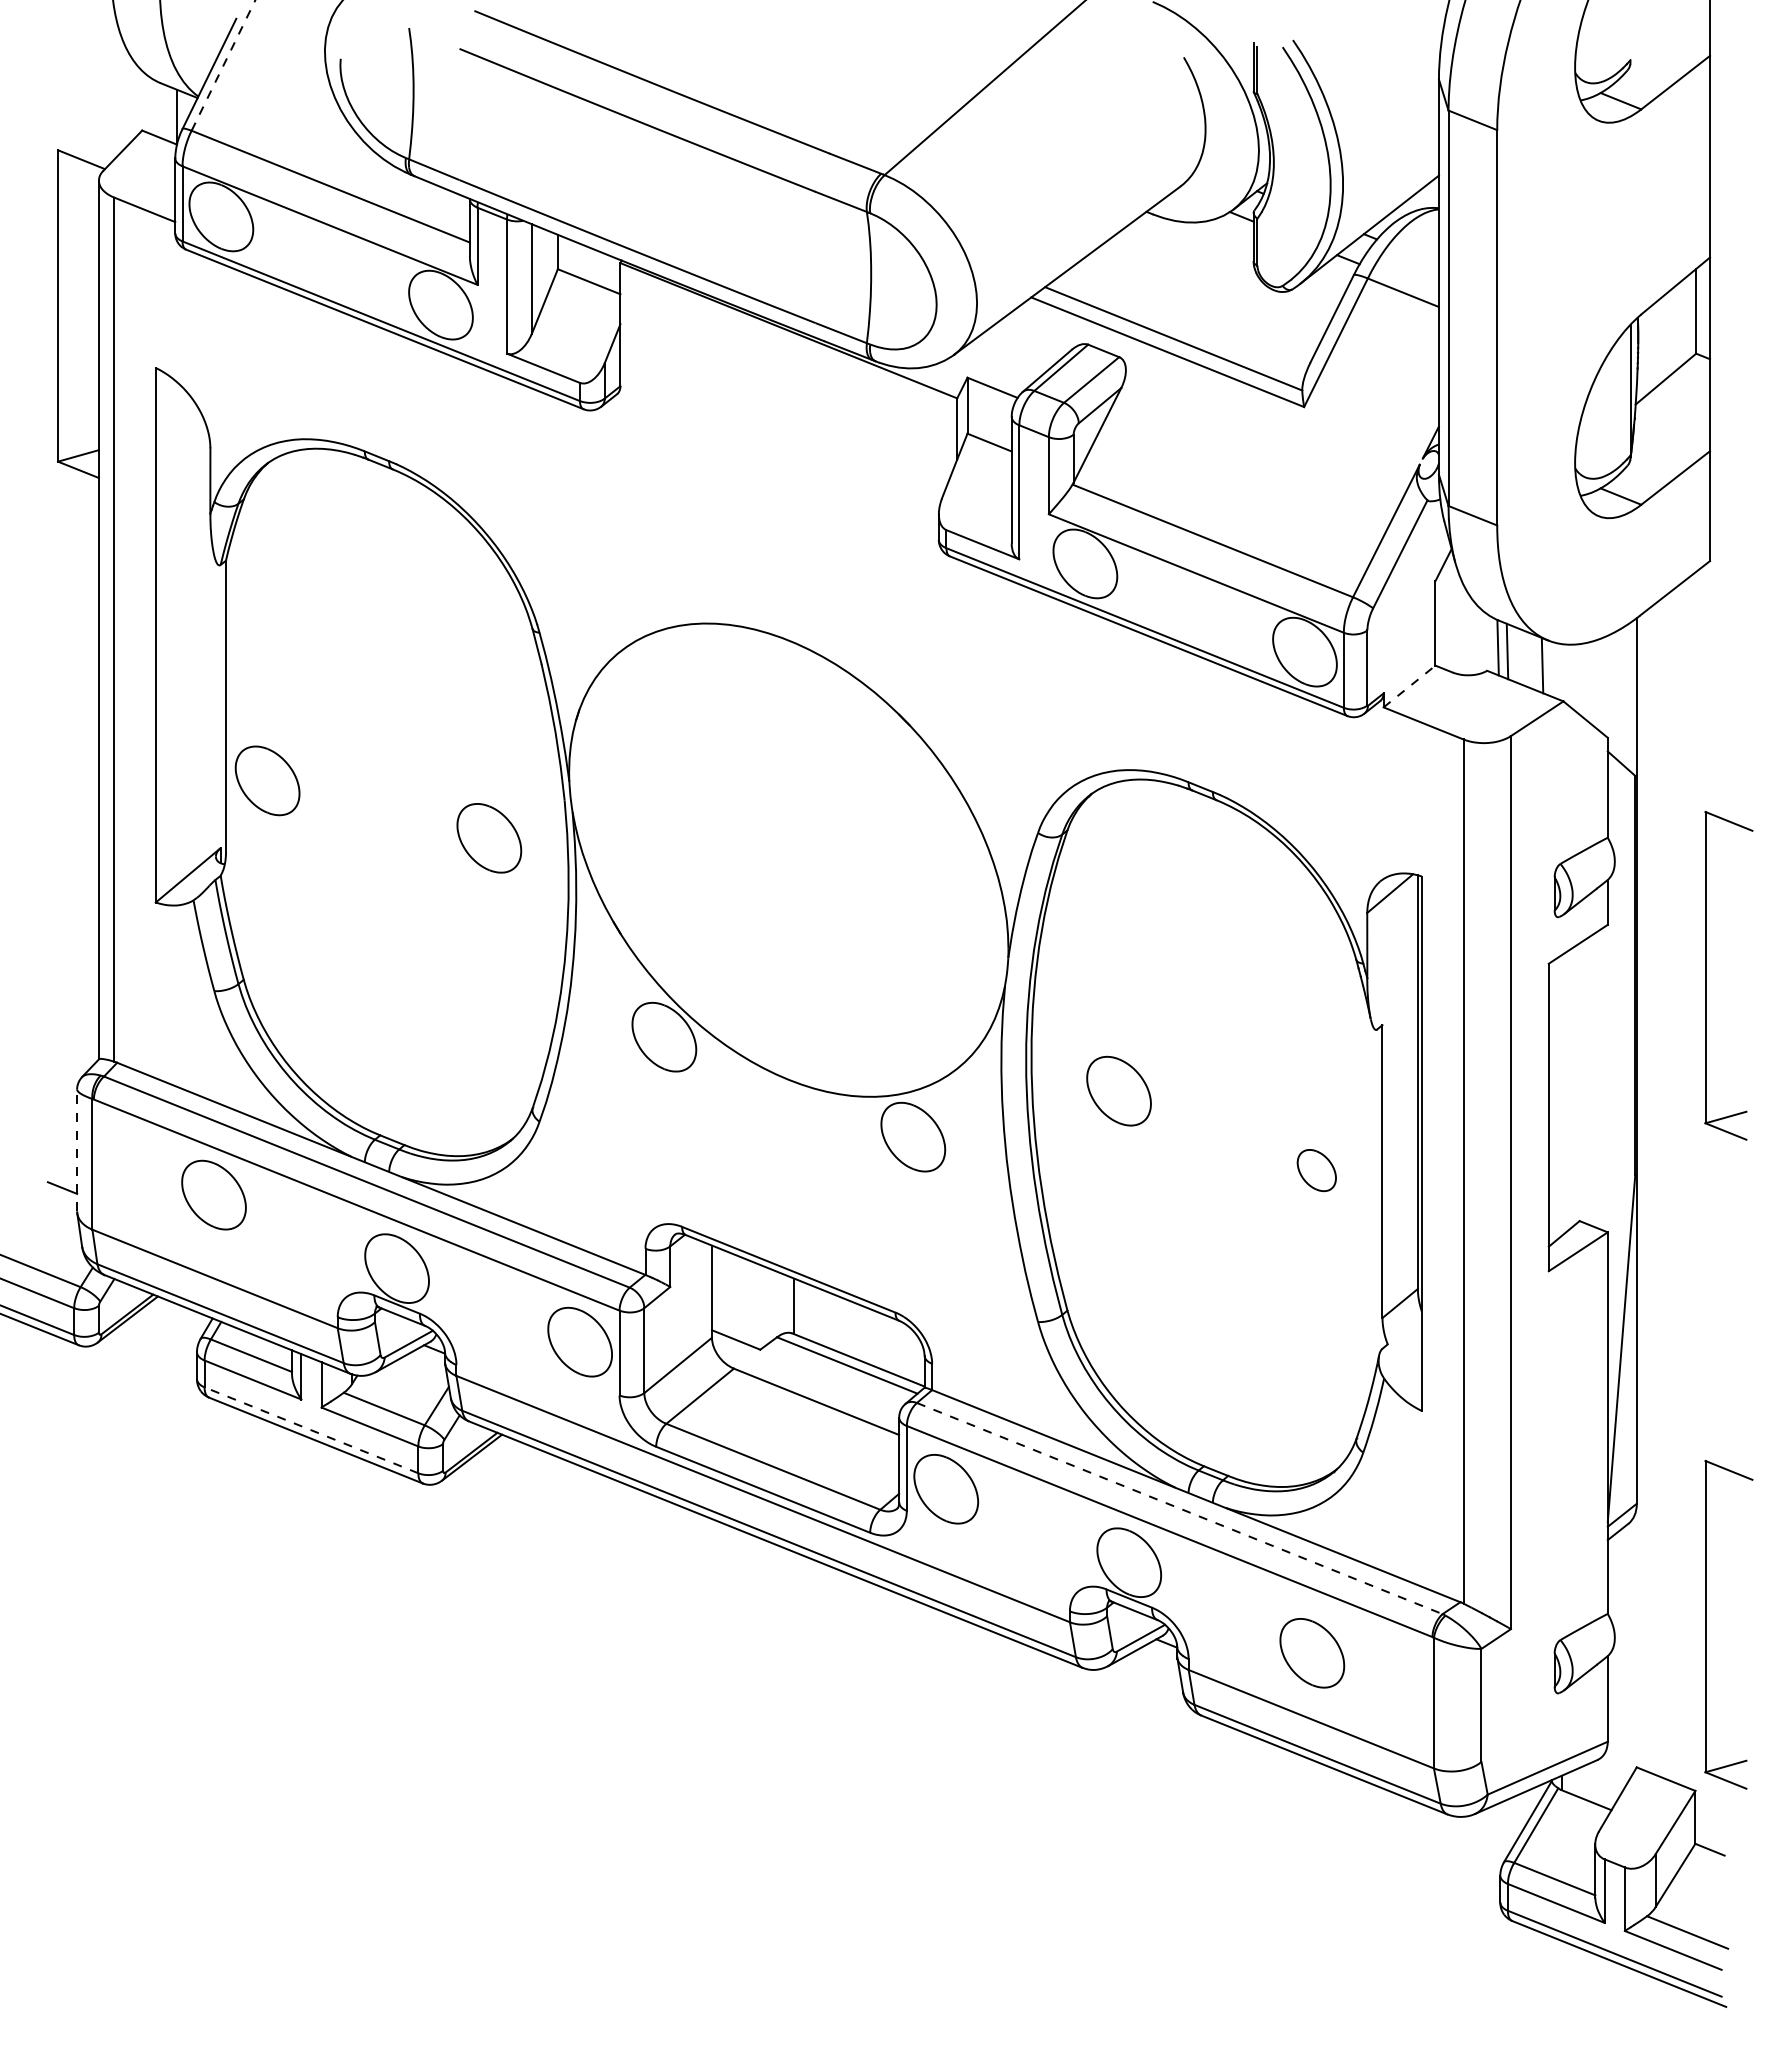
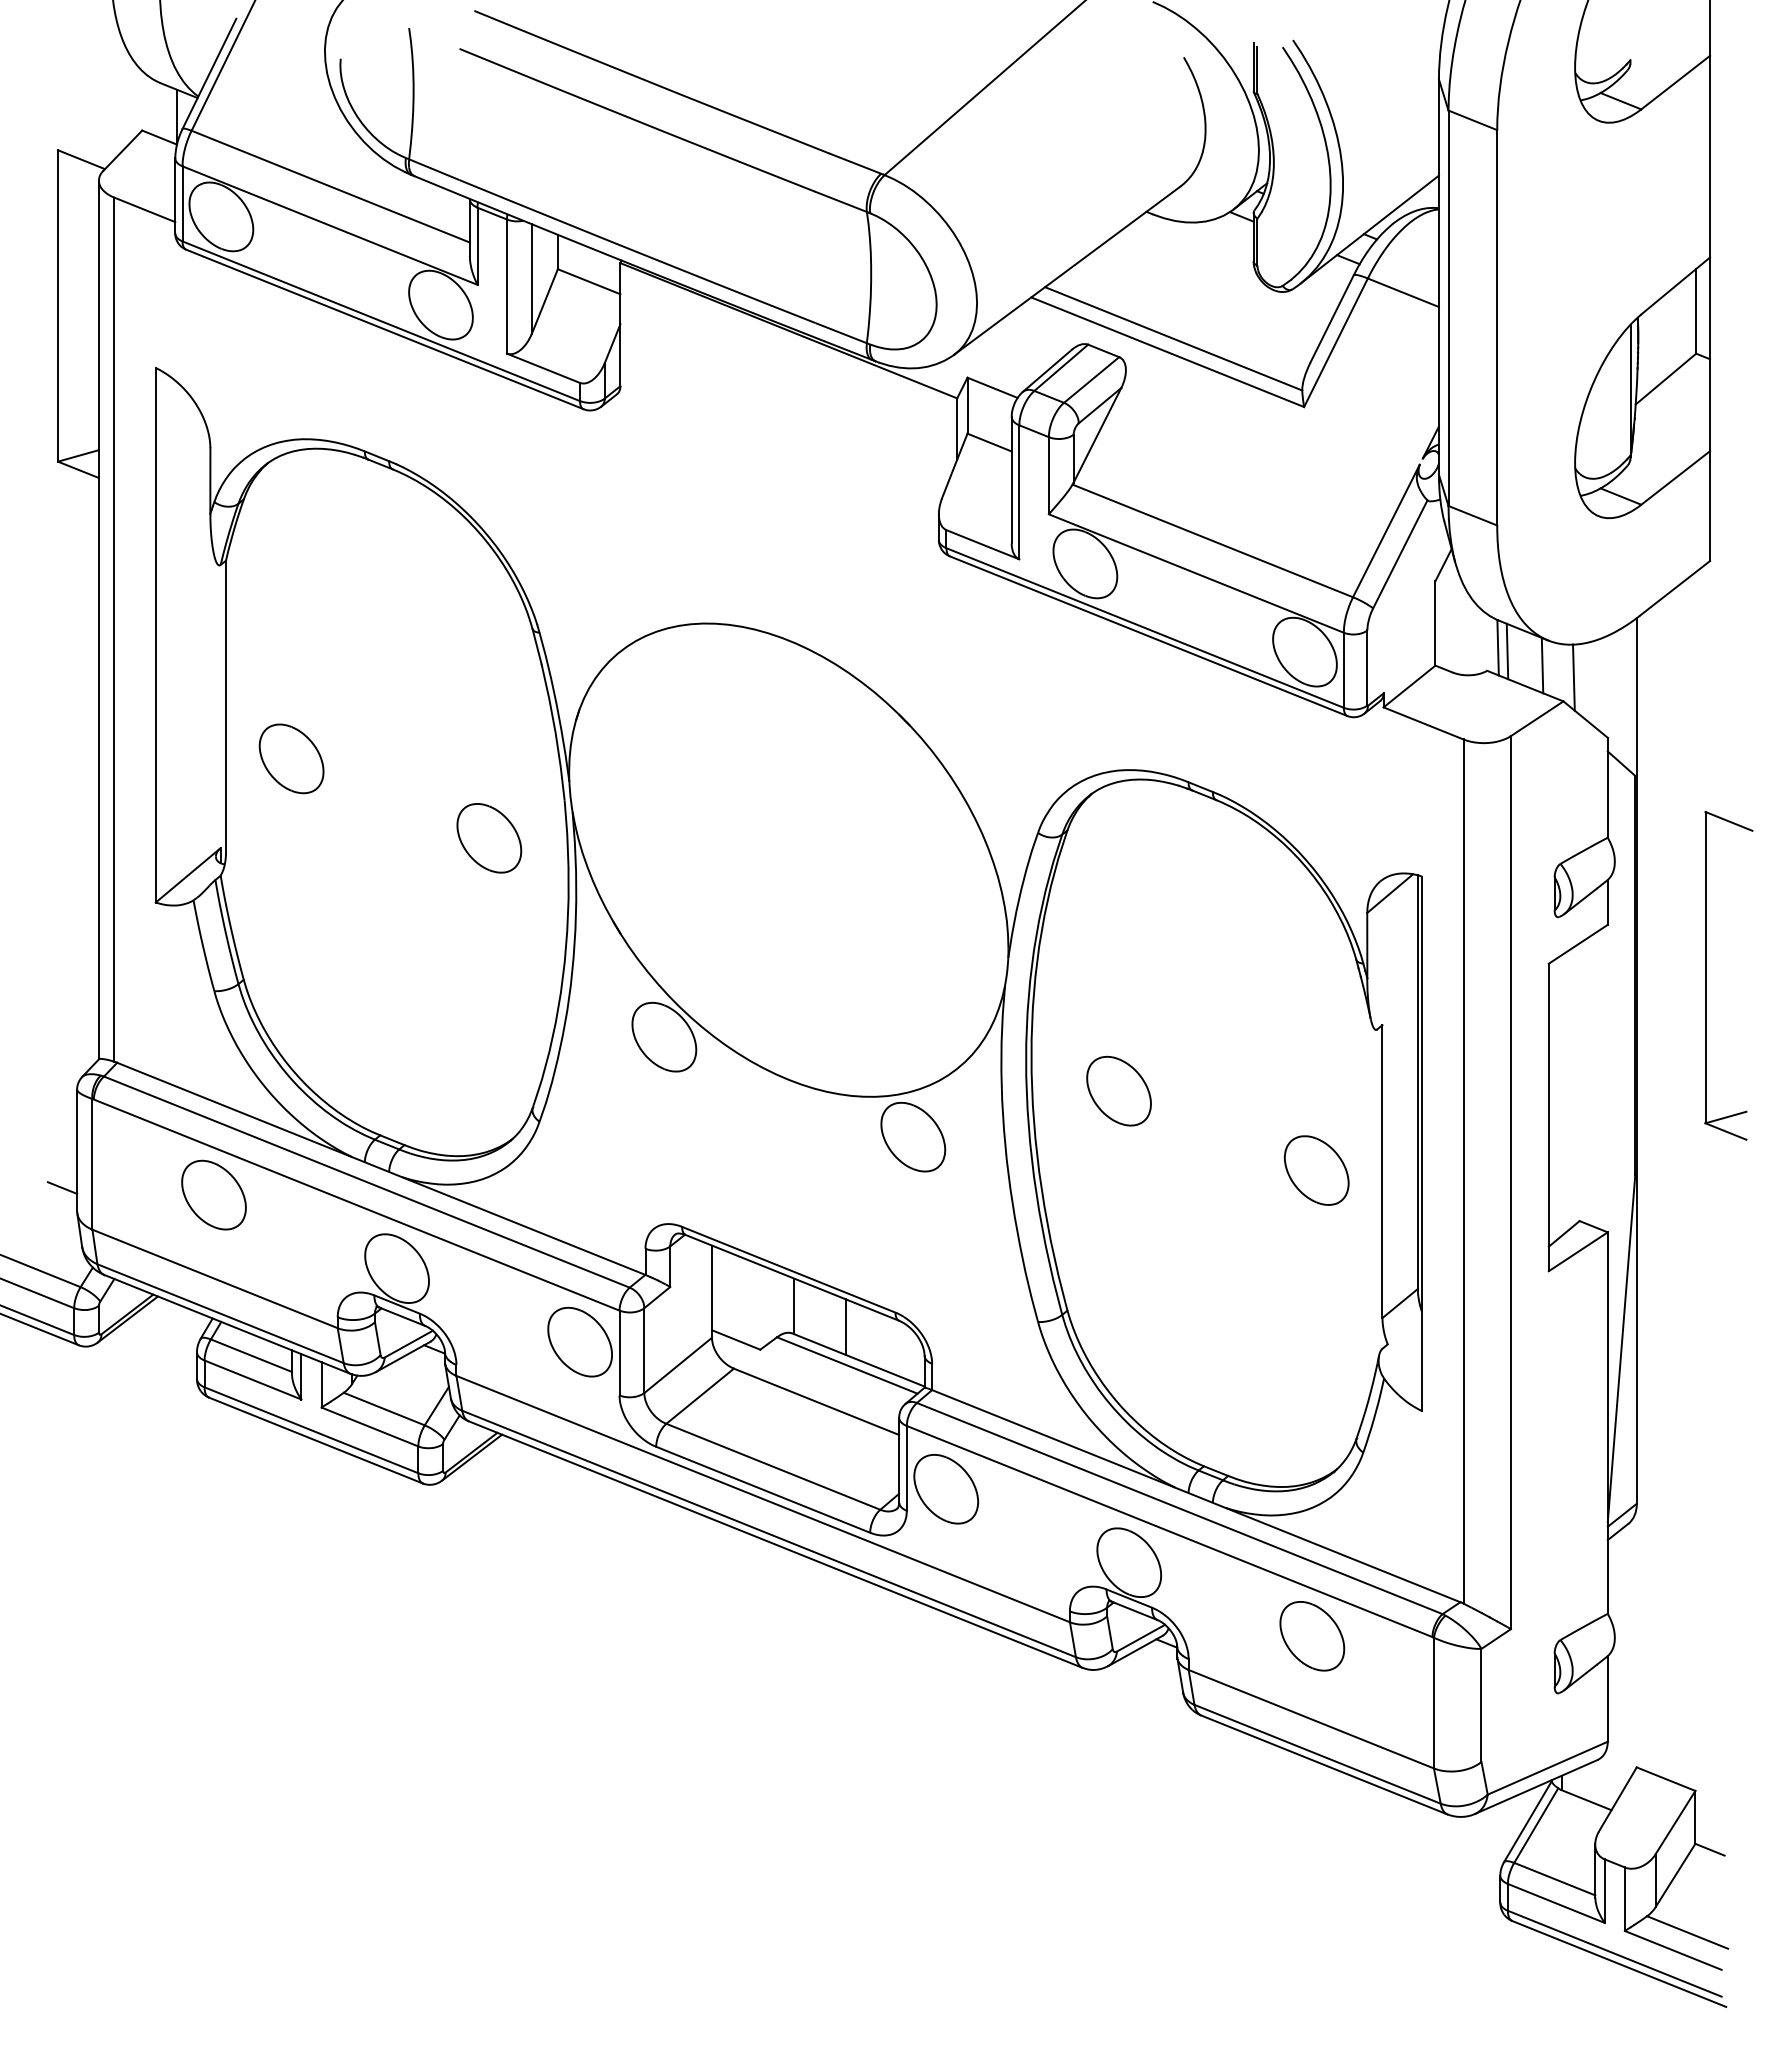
line at (223, 65): dashed -> solid
line at (1573, 677): none -> present
line at (1409, 686): dashed -> solid
part at (267, 780) position: (267, 780) -> (291, 758)
line at (77, 1150): dashed -> solid
part at (1316, 1170) size: 41x44 px -> 66x71 px
line at (846, 1326): none -> present
line at (311, 1430): dashed -> solid
line at (1180, 1508): dashed -> solid
part at (1706, 1624): present -> none
part at (1312, 1653) position: (1312, 1653) -> (1312, 1636)
